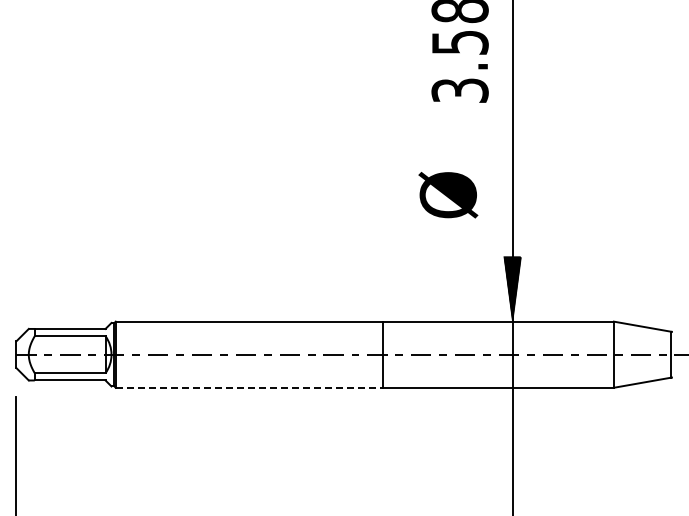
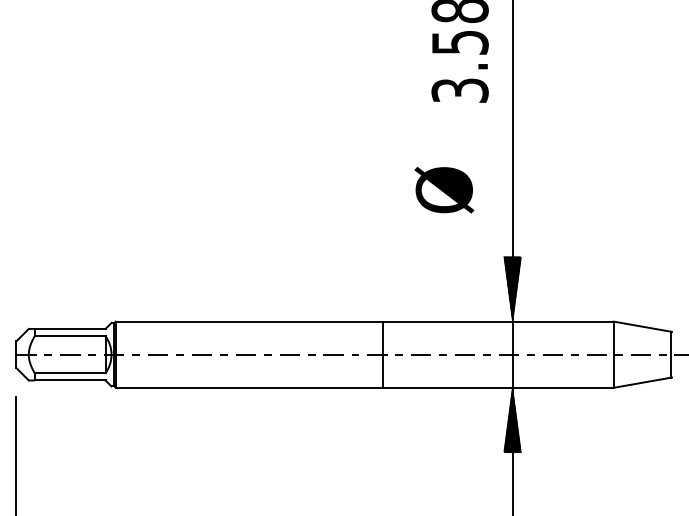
text at (448, 195) position: (448, 195) -> (444, 190)
line at (249, 387): dashed -> solid
hatch at (512, 420): none -> present
